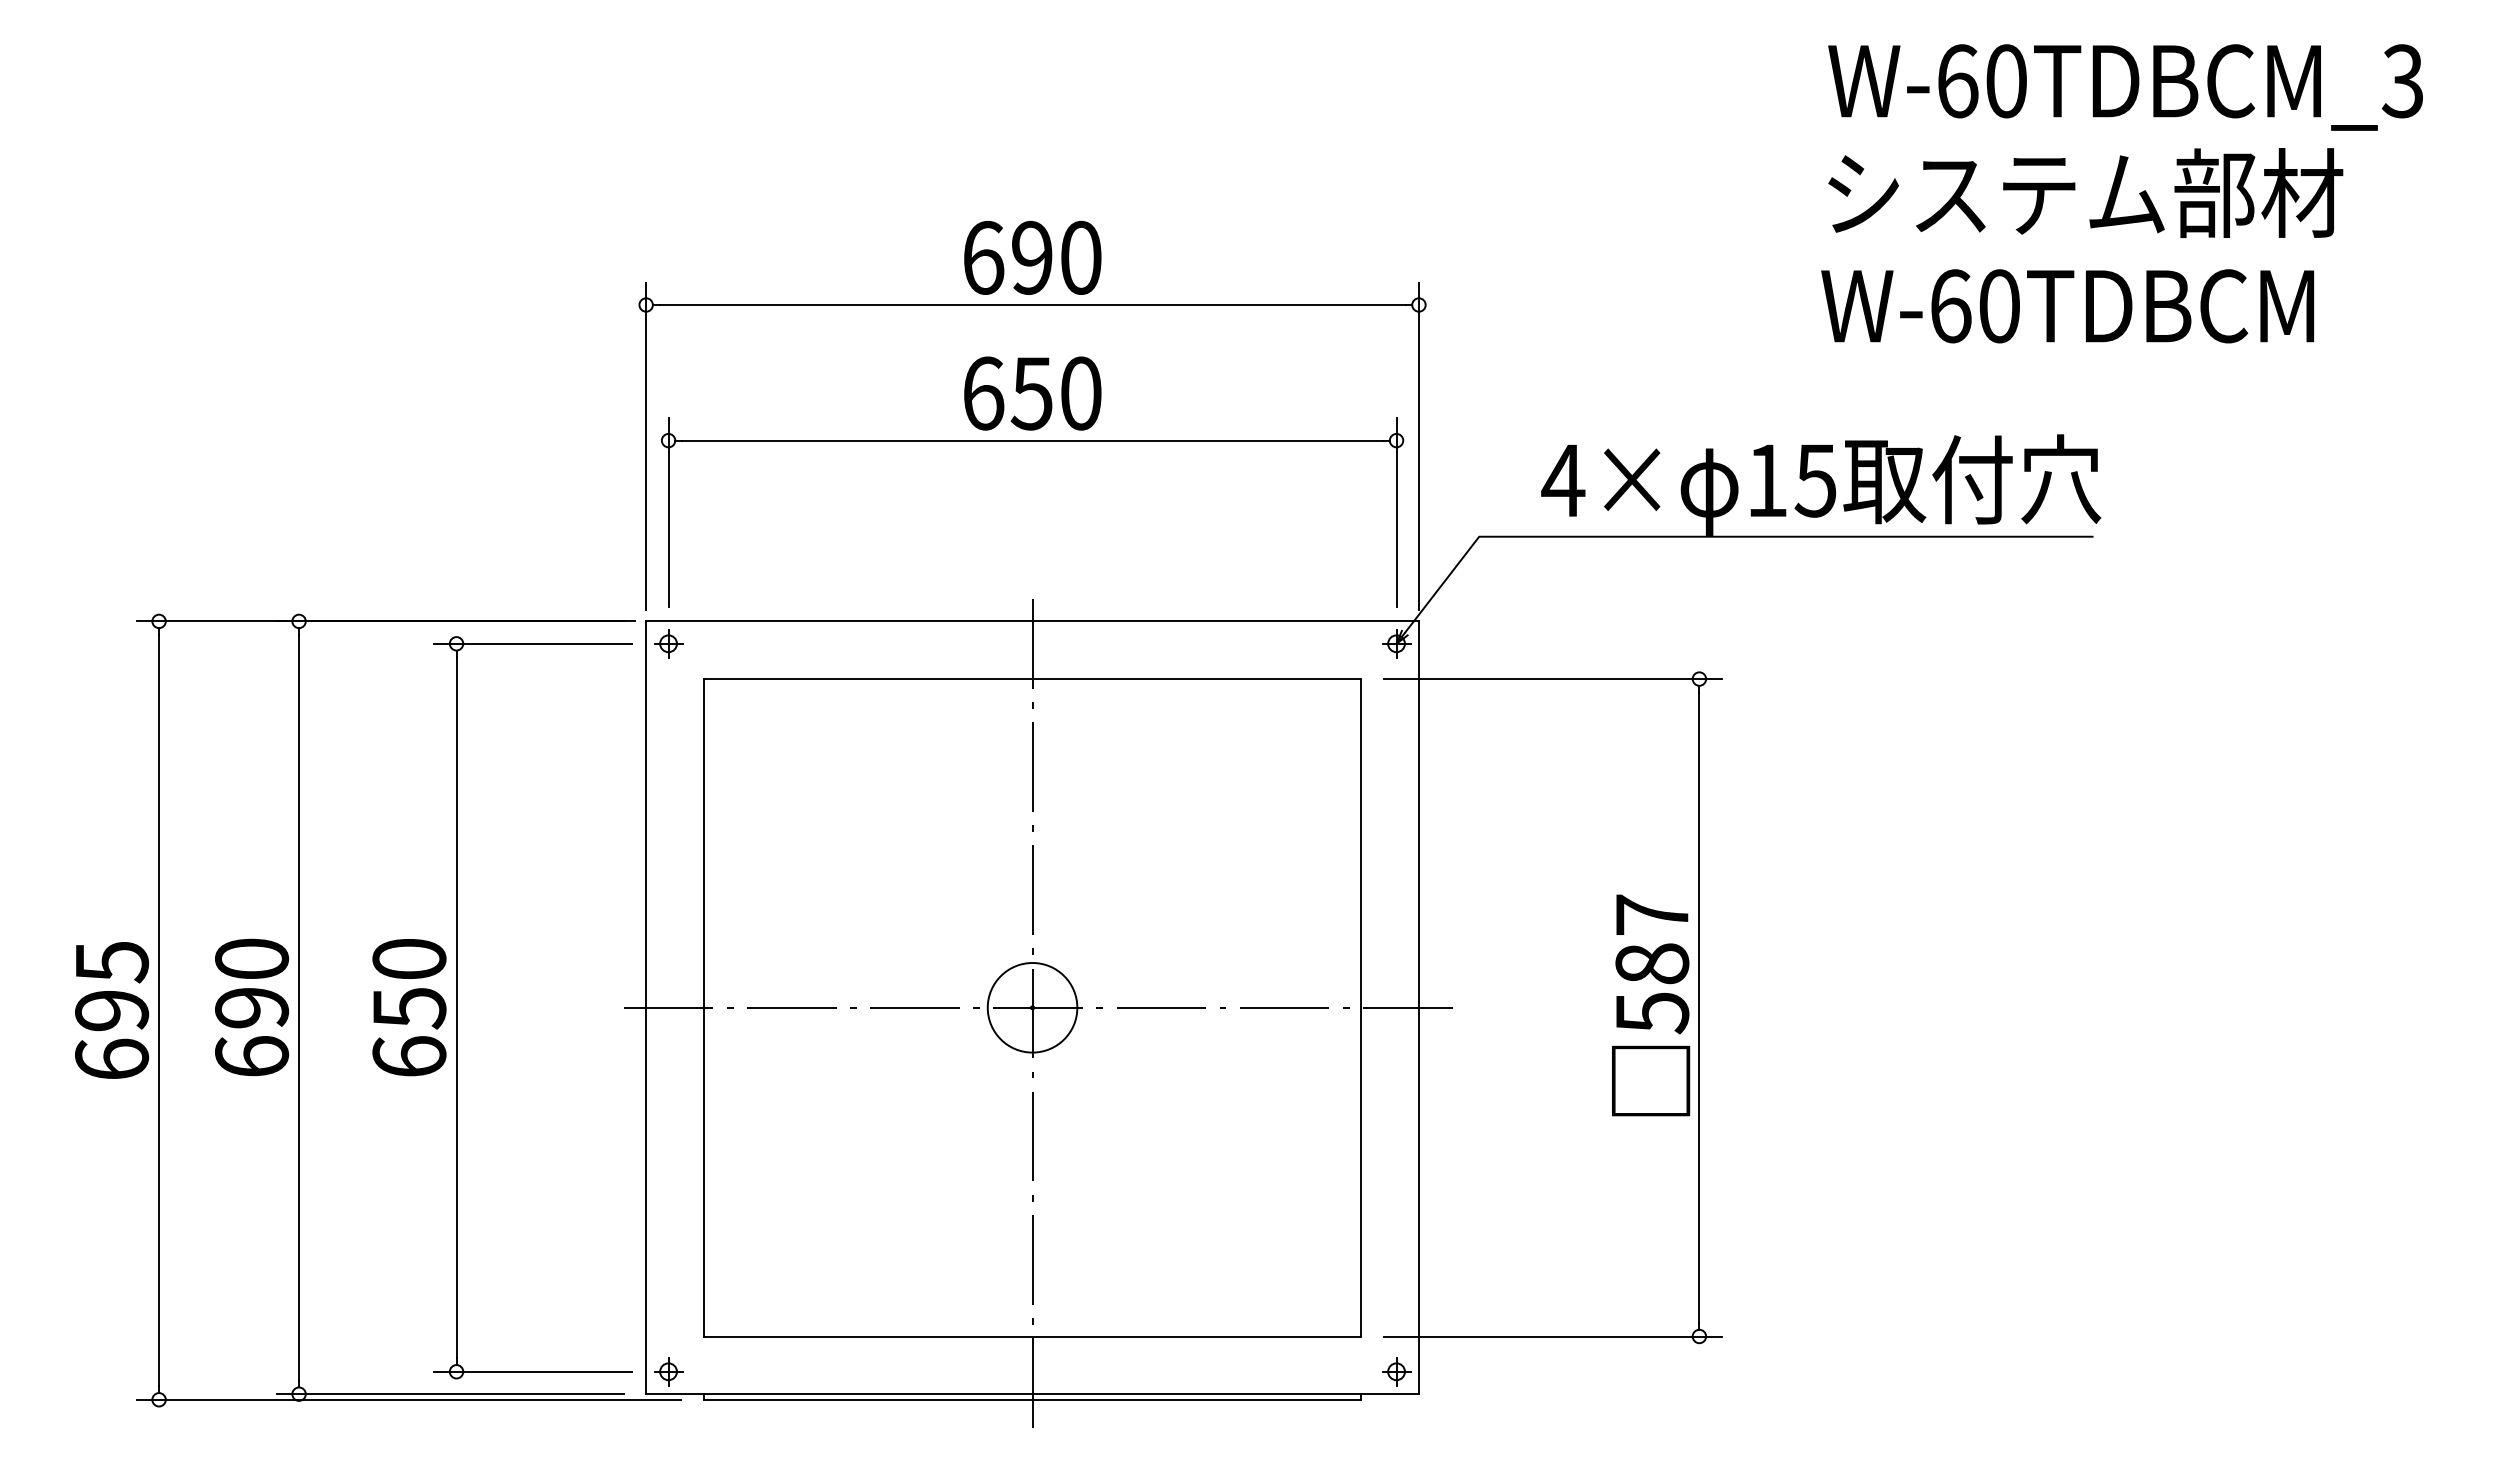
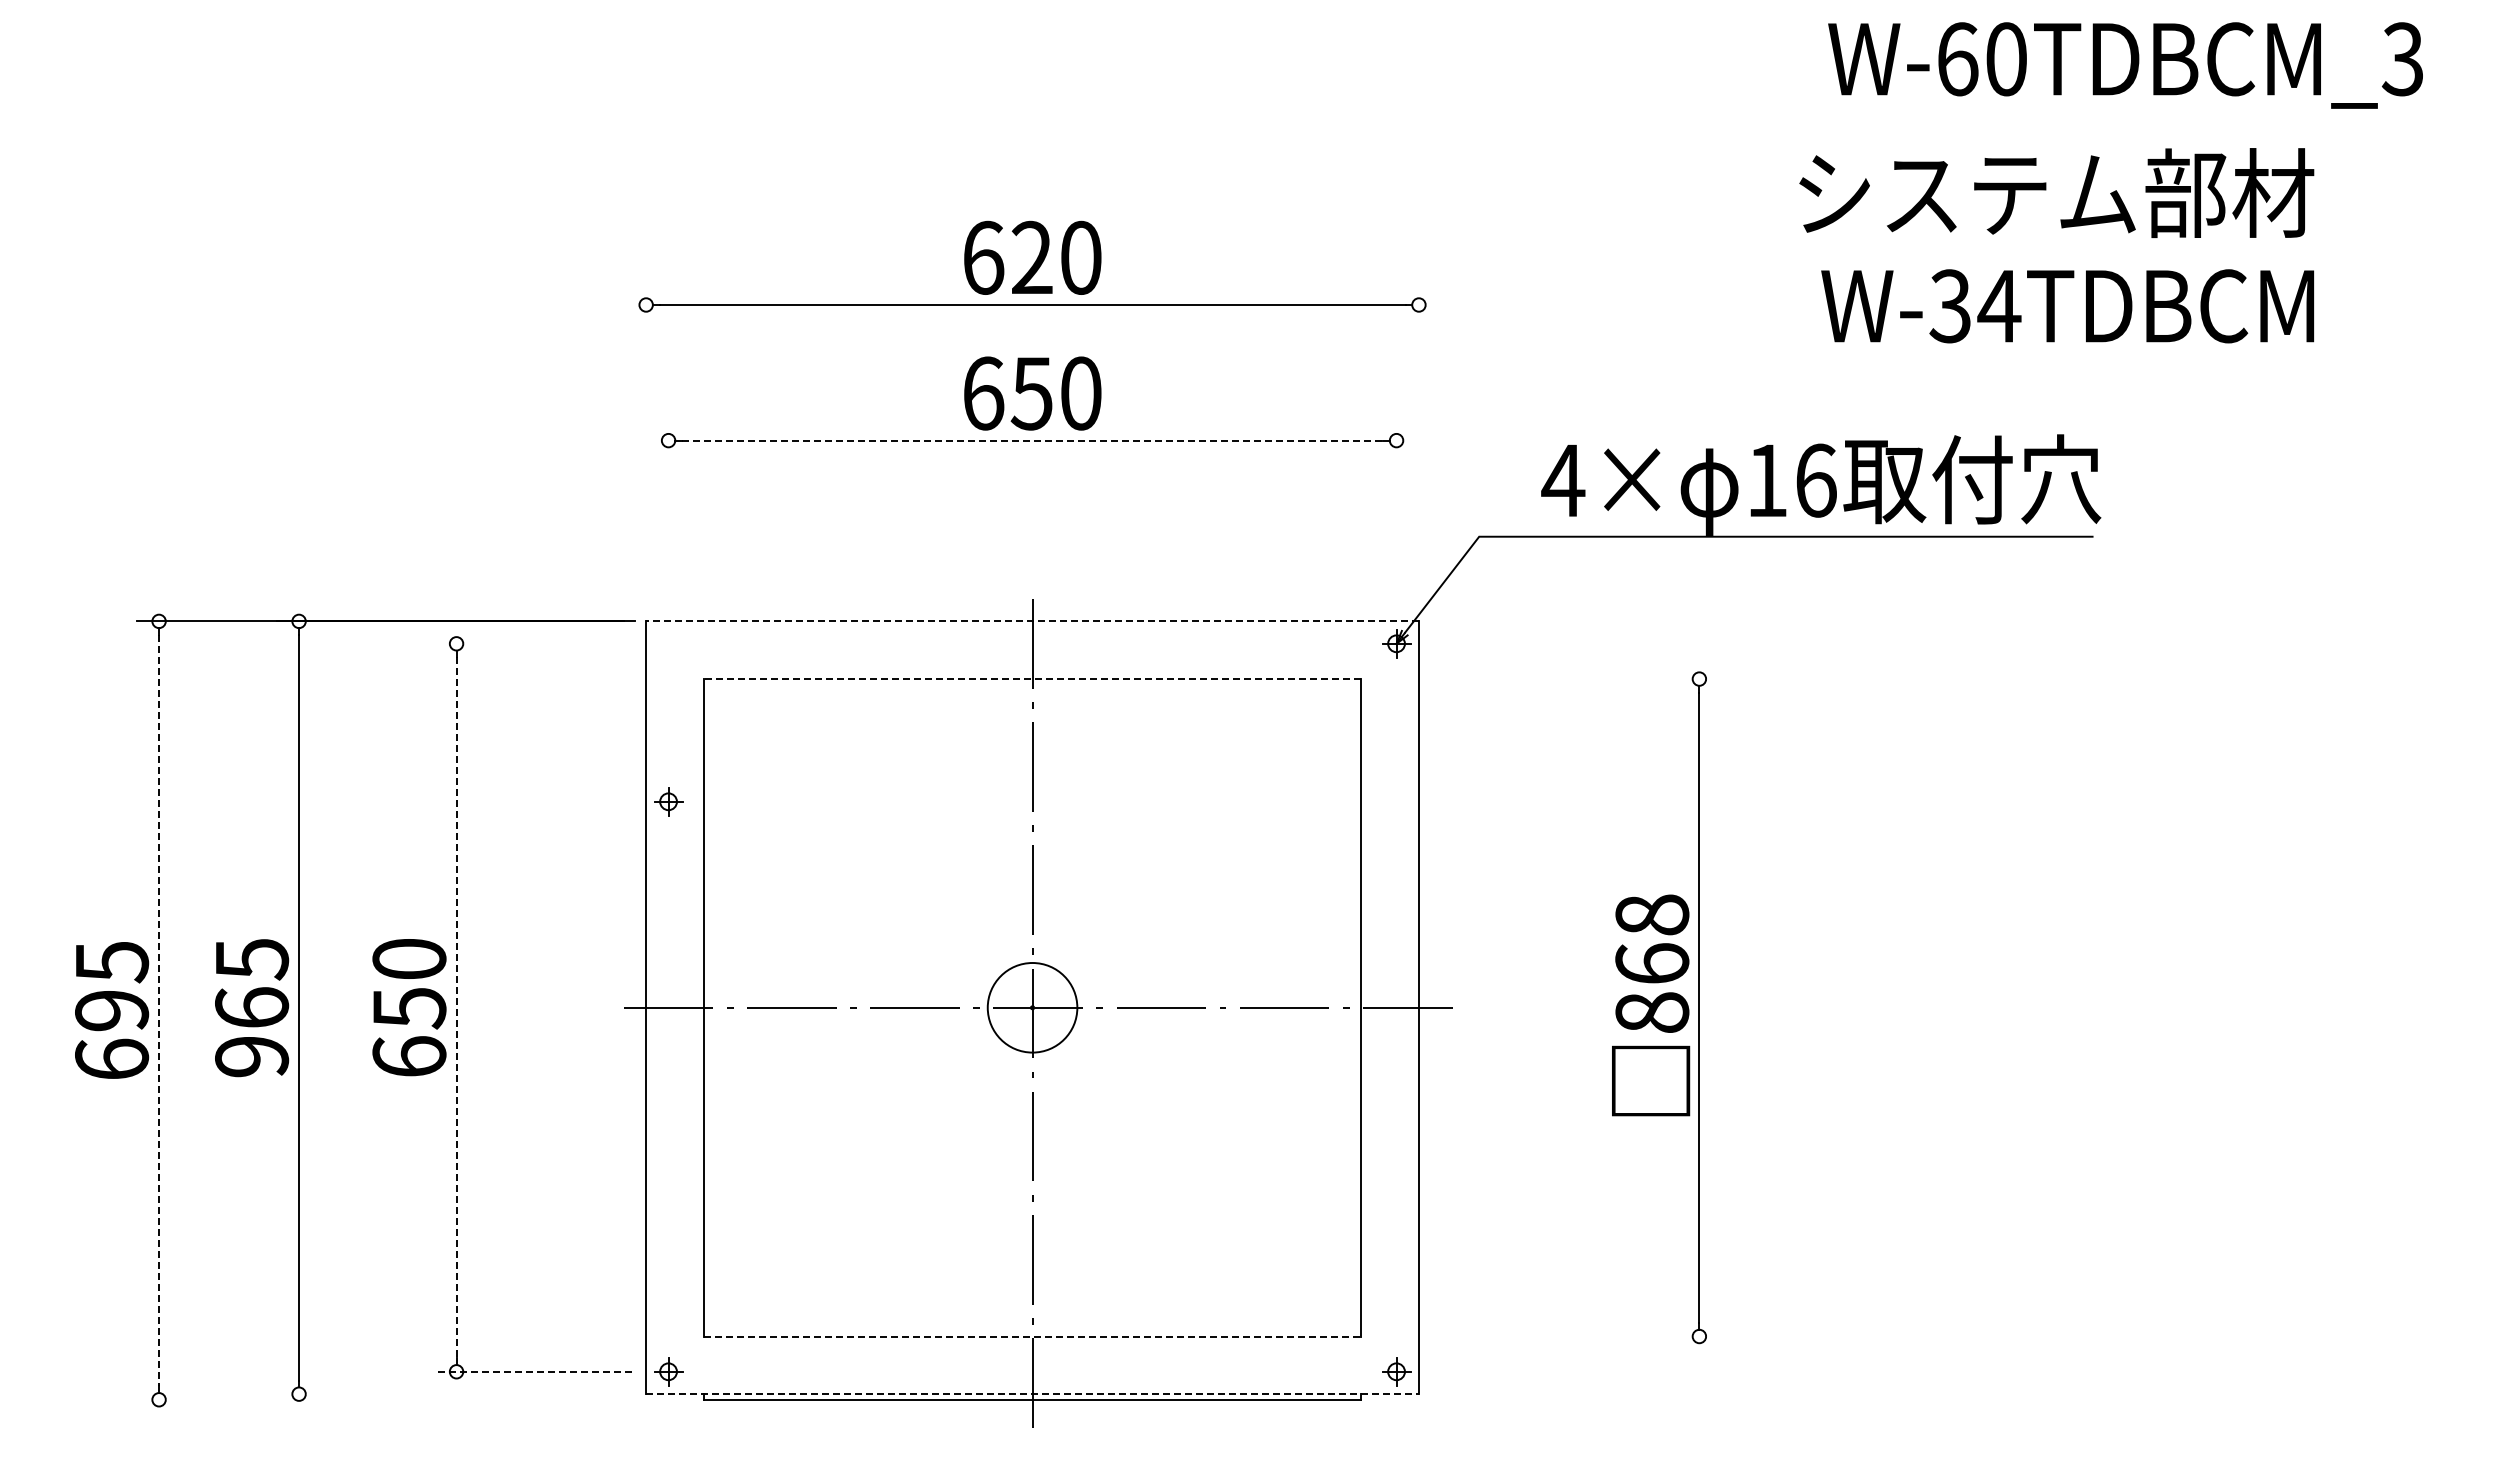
text at (2125, 87) position: (2125, 87) -> (2125, 65)
text at (2085, 192) position: (2085, 192) -> (2056, 192)
text at (1031, 257): 690 -> 620
text at (1975, 306): W-60TDBCM -> W-34TDBCM
line at (1032, 440): solid -> dashed
line at (646, 446): present -> none
line at (1418, 446): present -> none
text at (1815, 480): 15 -> 16
line at (668, 512): present -> none
line at (1396, 512): present -> none
line at (1032, 621): solid -> dashed
line at (533, 643): present -> none
part at (668, 643) position: (668, 643) -> (668, 801)
line at (1032, 679): solid -> dashed
line at (1552, 679): present -> none
text at (1652, 964): 587 -> 868
text at (252, 1007): 690 -> 965
line at (456, 1007): solid -> dashed
line at (159, 1010): solid -> dashed
line at (1032, 1336): solid -> dashed
line at (1552, 1336): present -> none
line at (532, 1371): solid -> dashed
line at (449, 1394): present -> none
line at (1033, 1394): solid -> dashed
line at (408, 1399): present -> none
